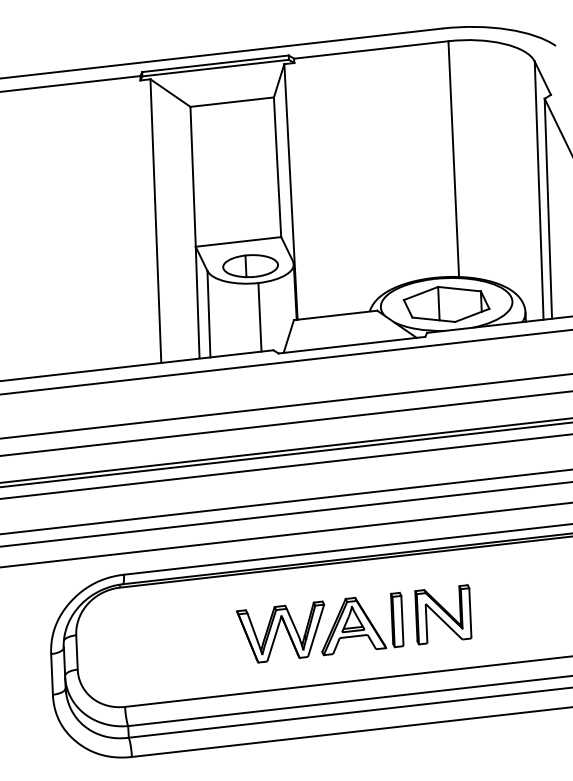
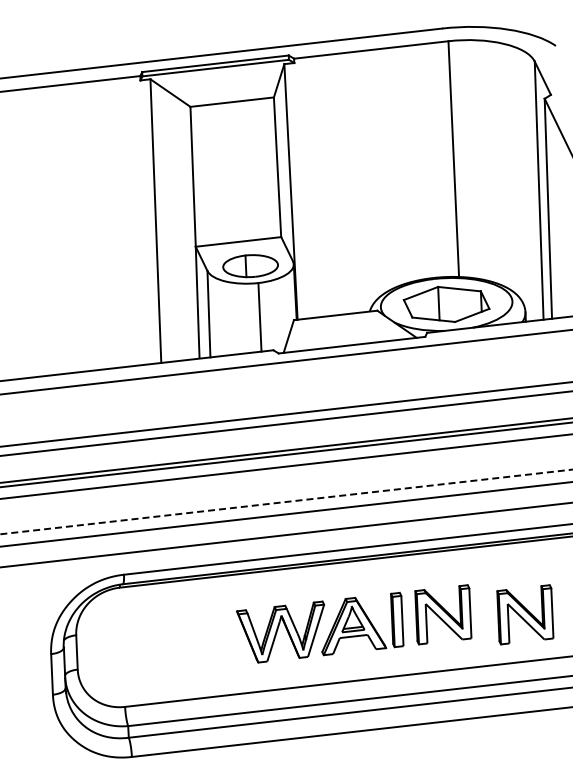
line at (285, 406) position: (285, 406) -> (285, 414)
line at (286, 501): solid -> dashed
part at (525, 614): none -> present
